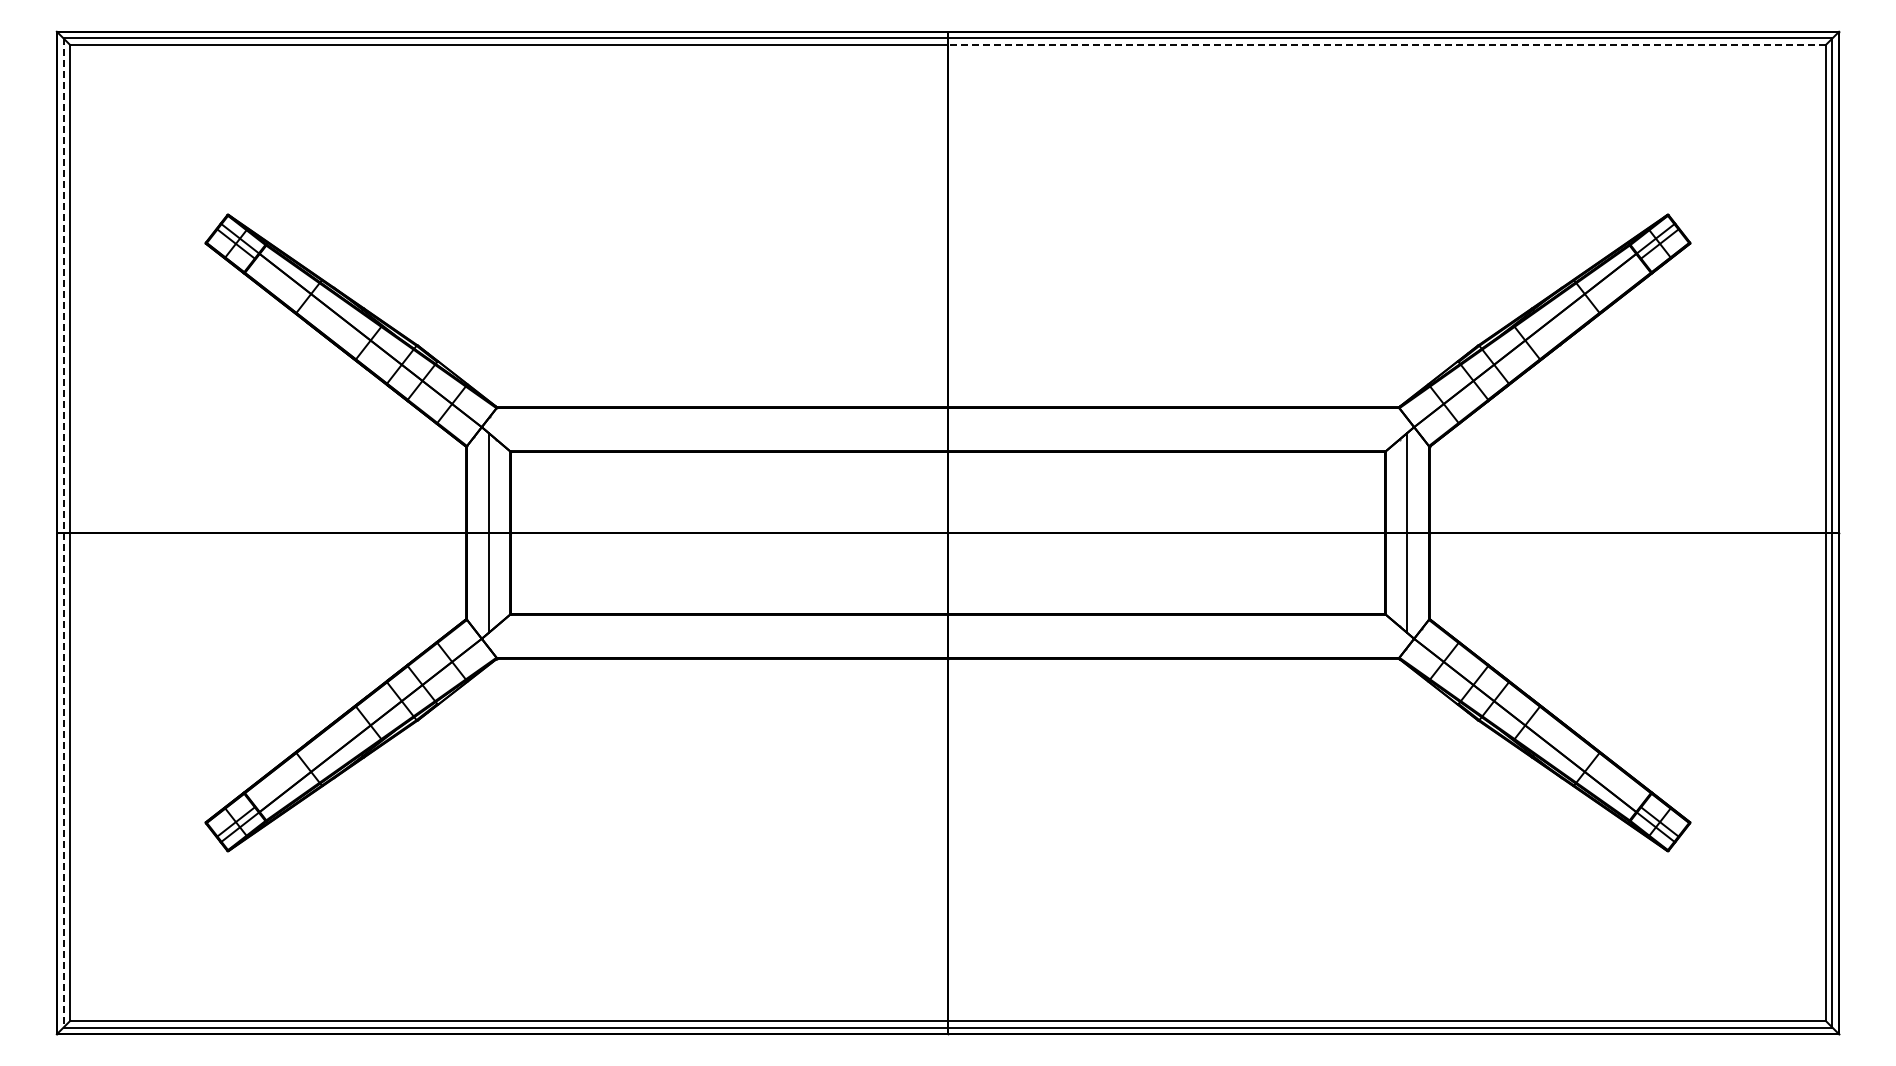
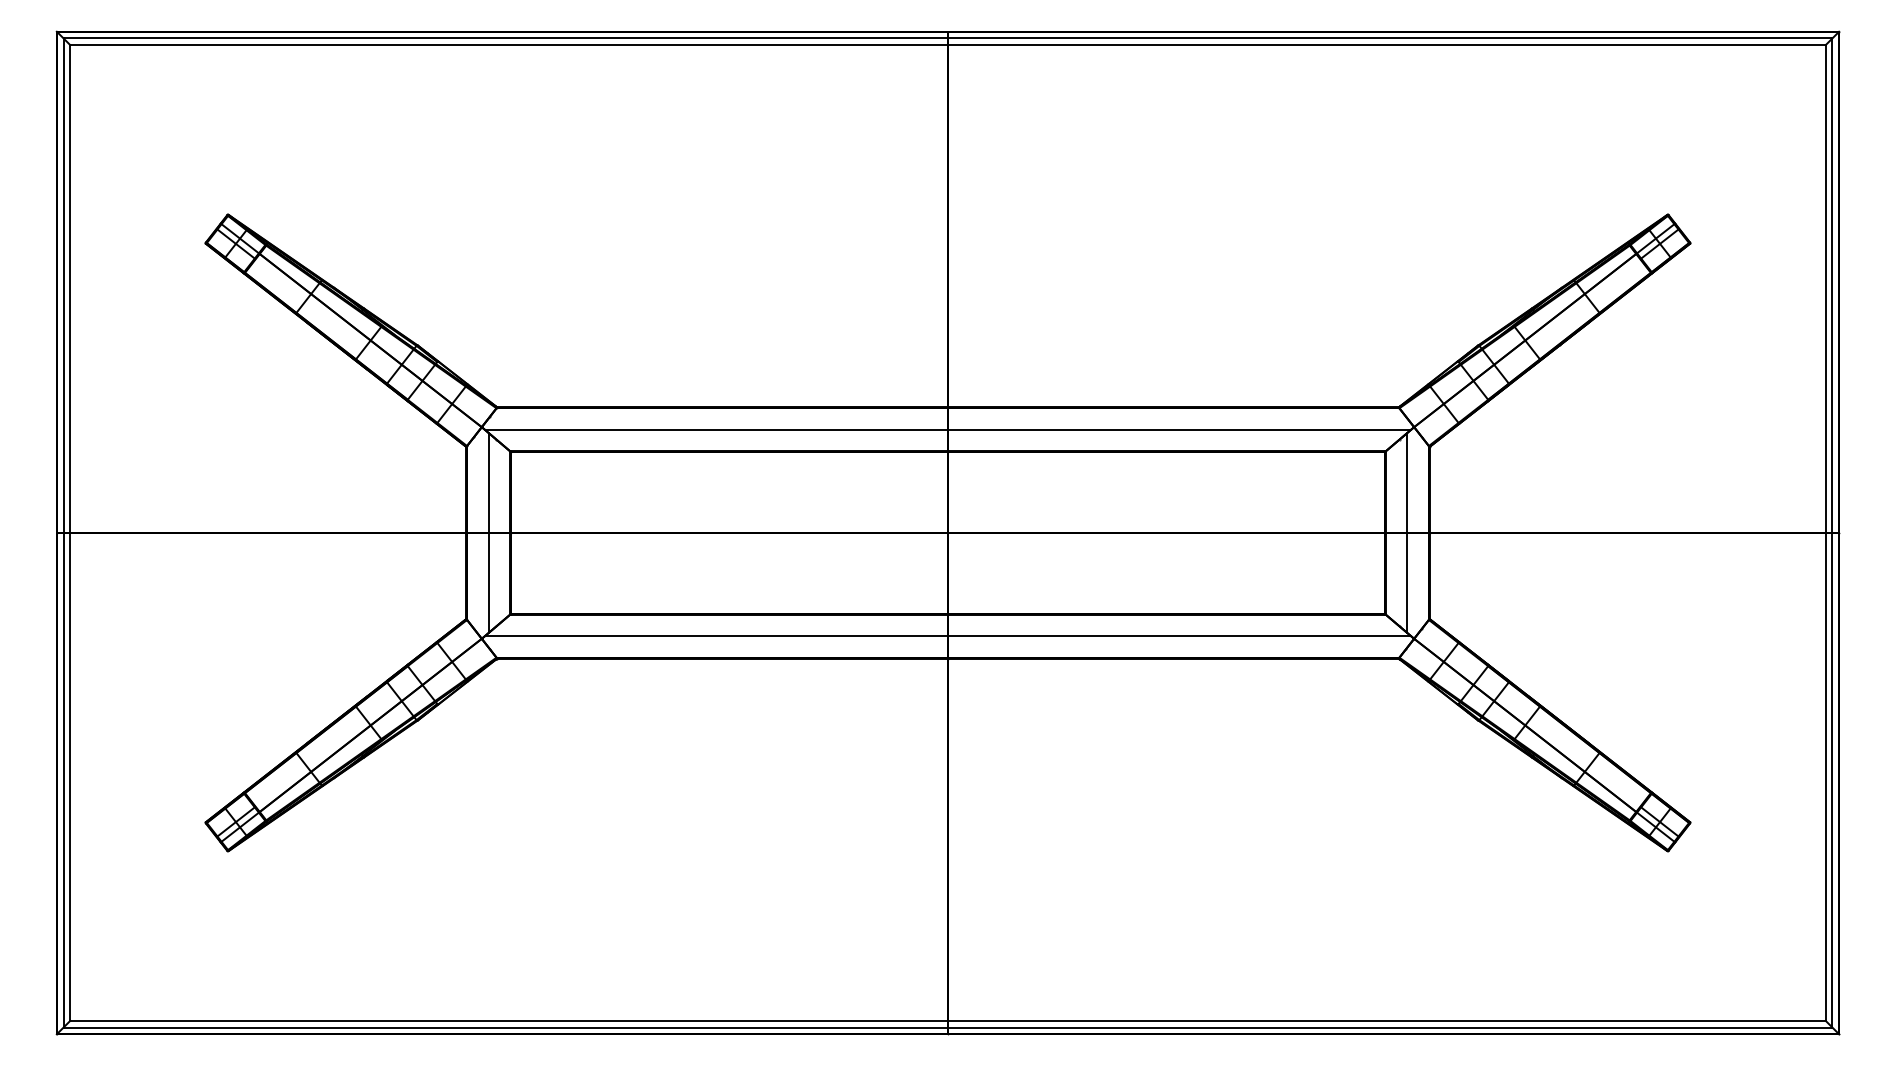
line at (1386, 45): dashed -> solid
line at (947, 429): none -> present
line at (63, 533): dashed -> solid
line at (947, 636): none -> present
